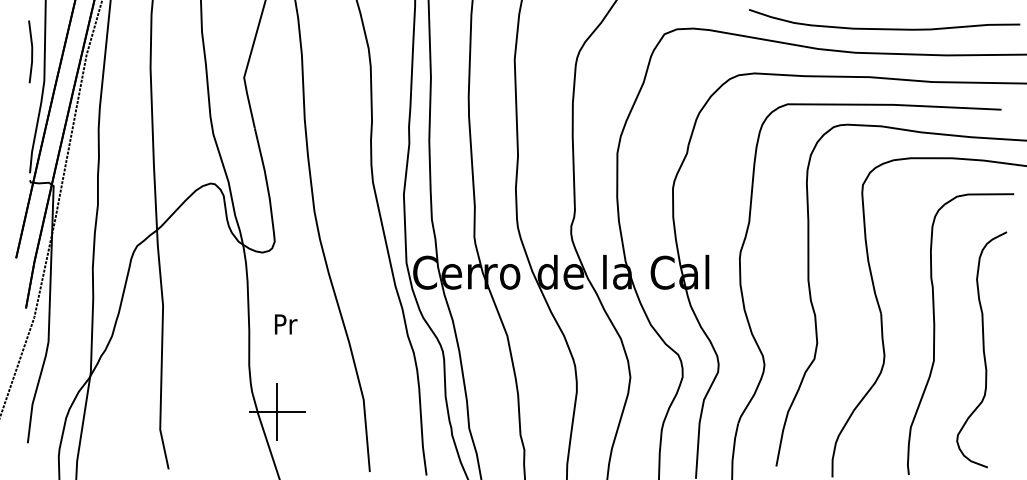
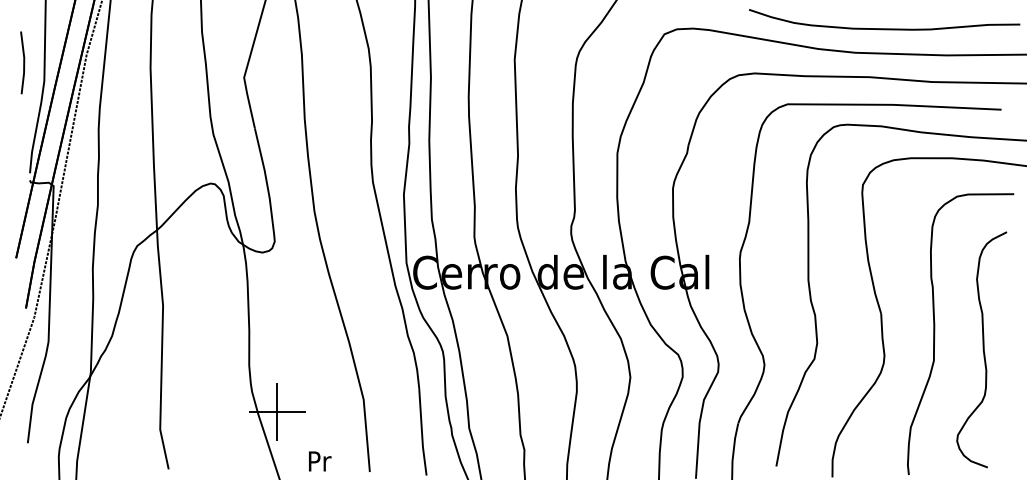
line at (31, 51) position: (31, 51) -> (23, 62)
text at (286, 324) position: (286, 324) -> (320, 461)
